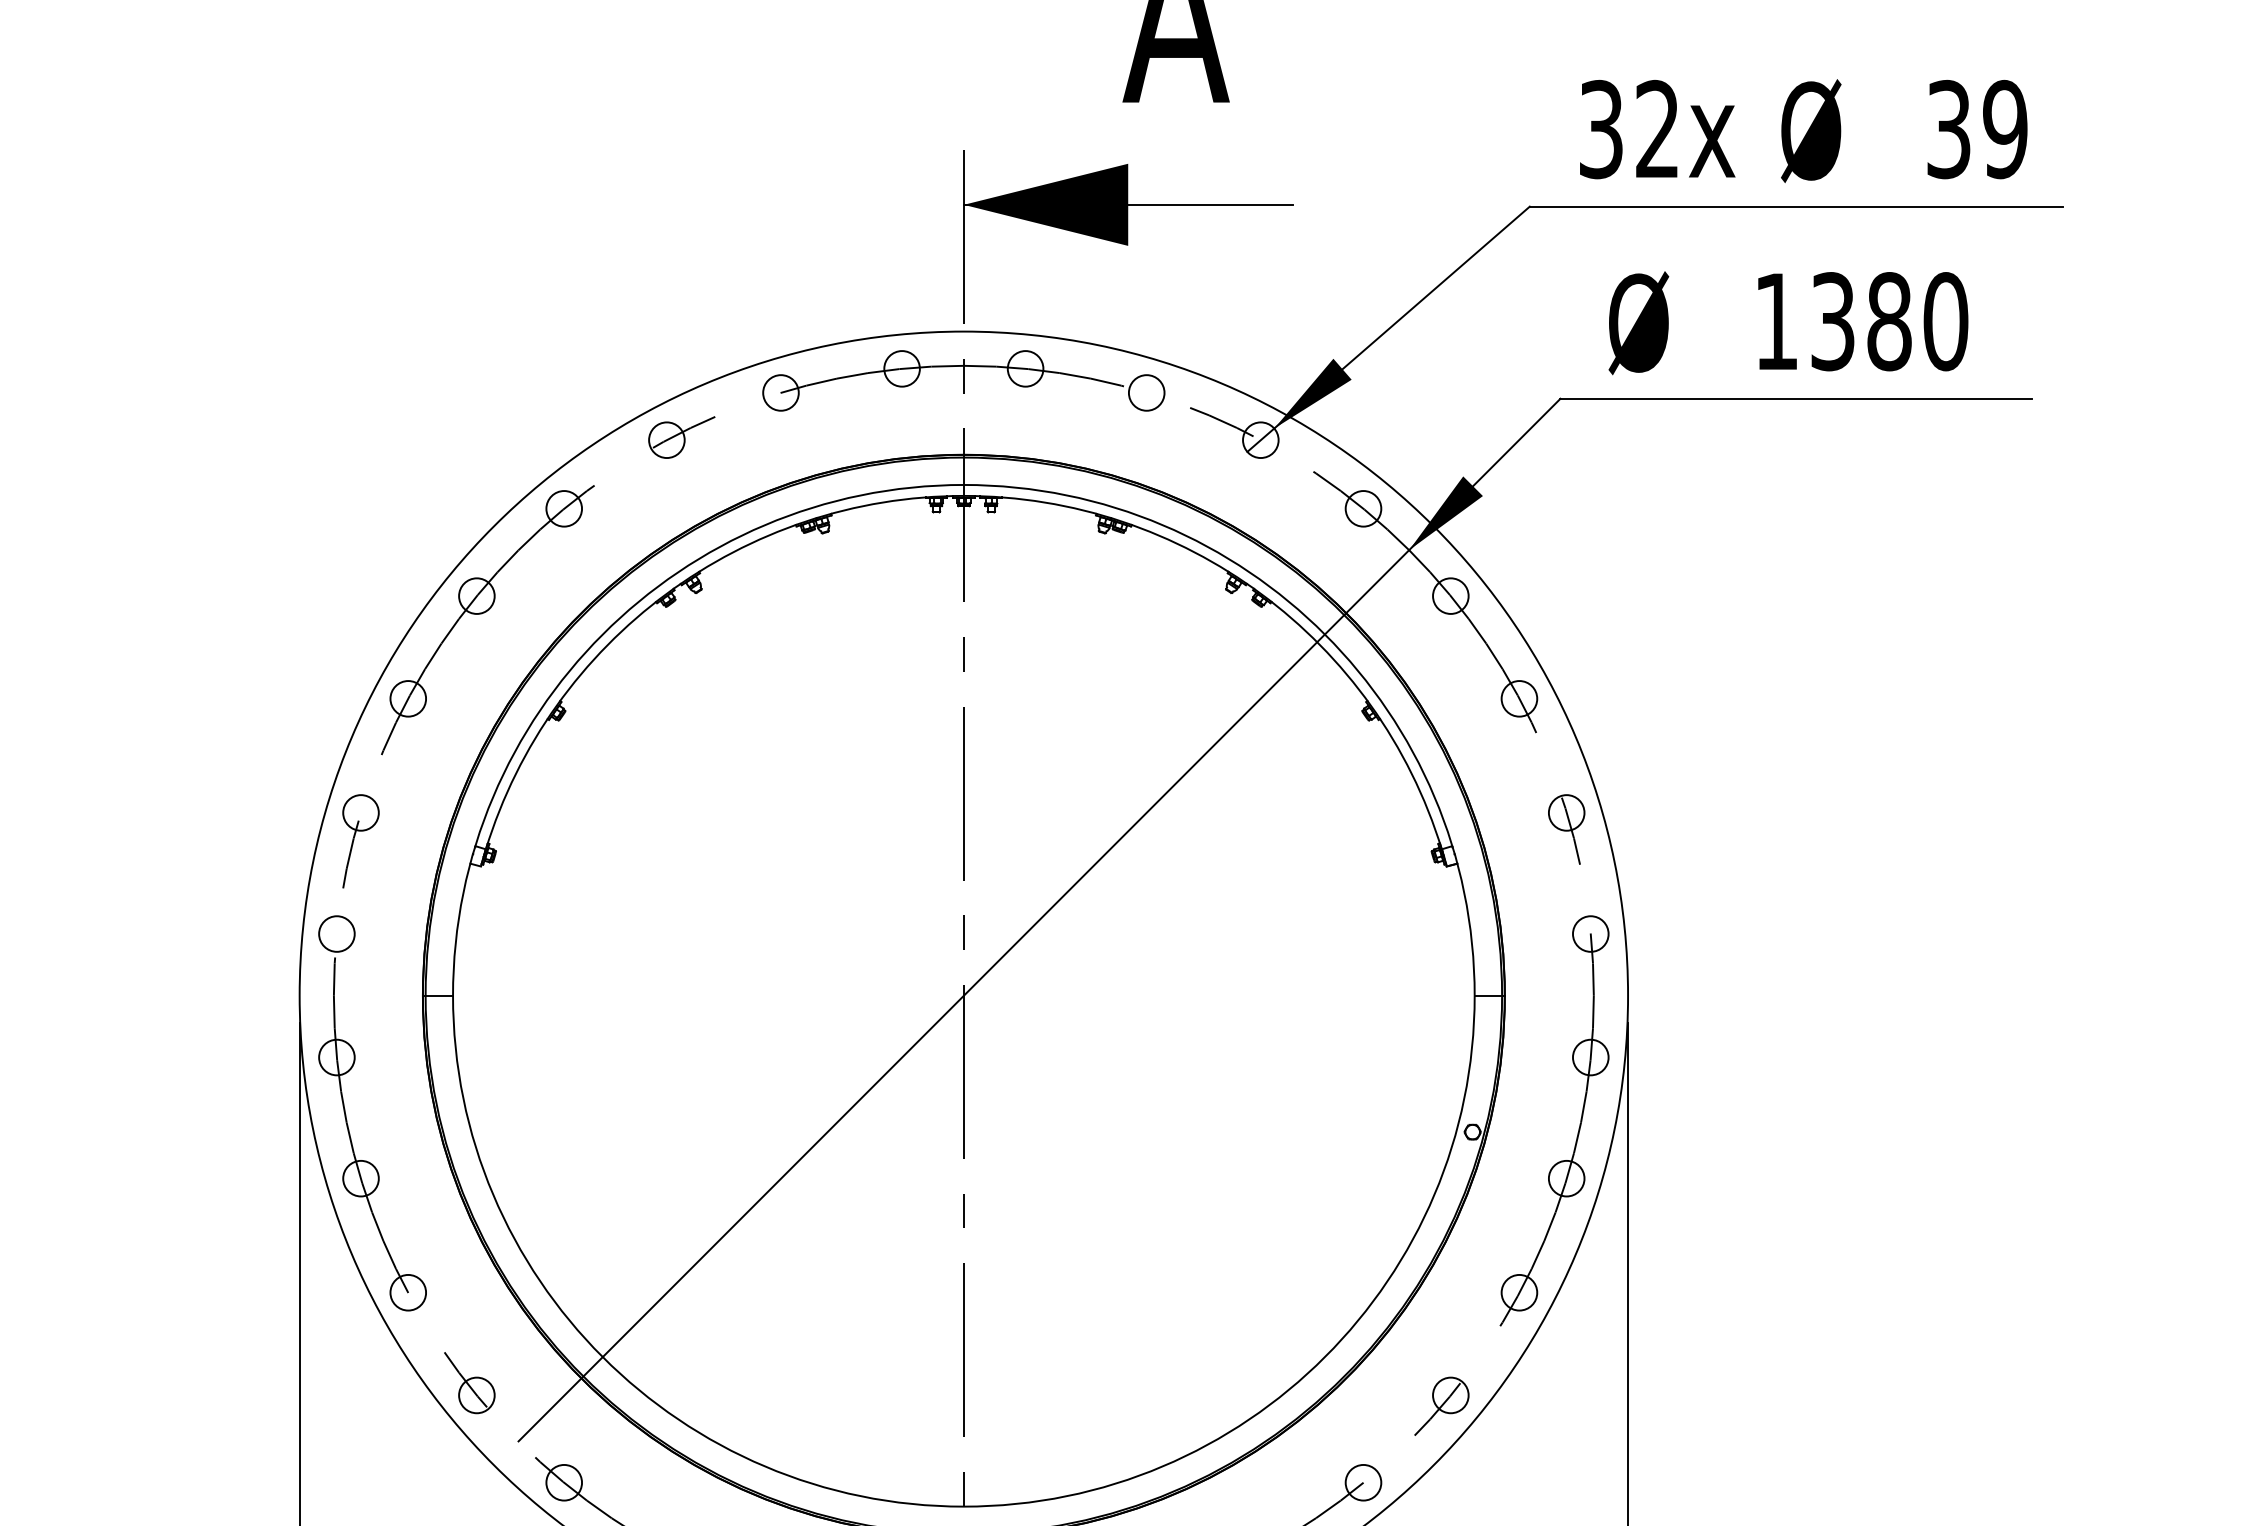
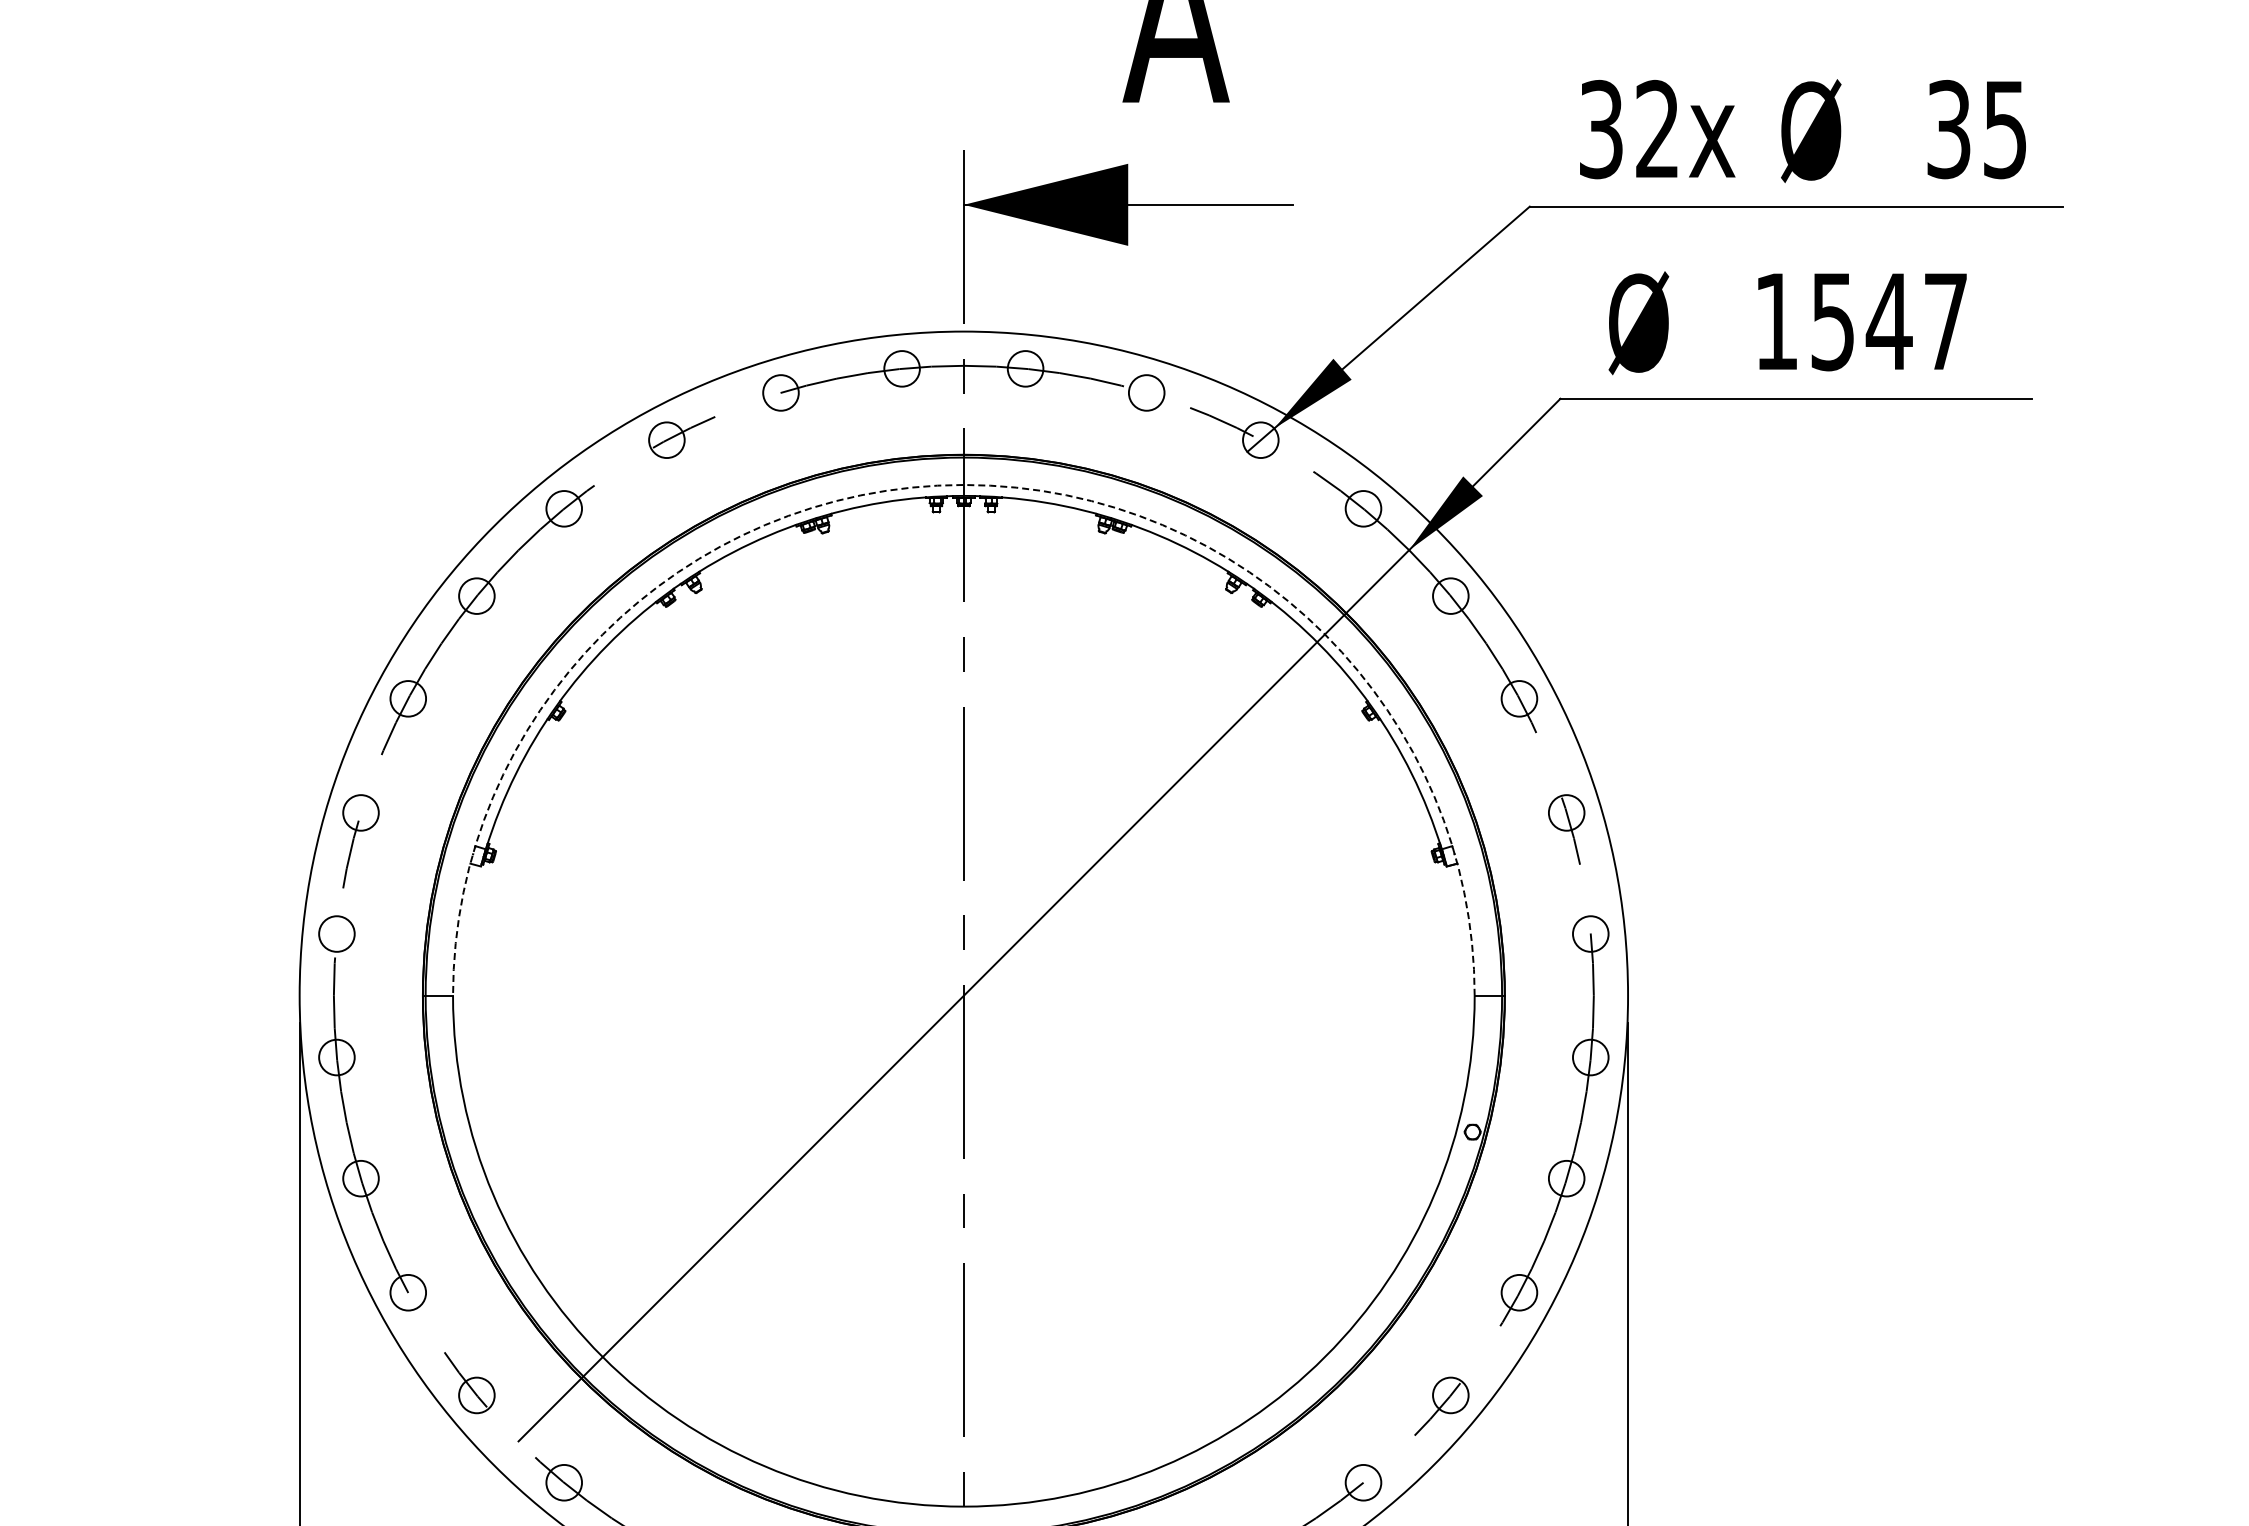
text at (2005, 129): 39 -> 35
text at (1889, 321): 1380 -> 1547
arc at (963, 484): solid -> dashed
